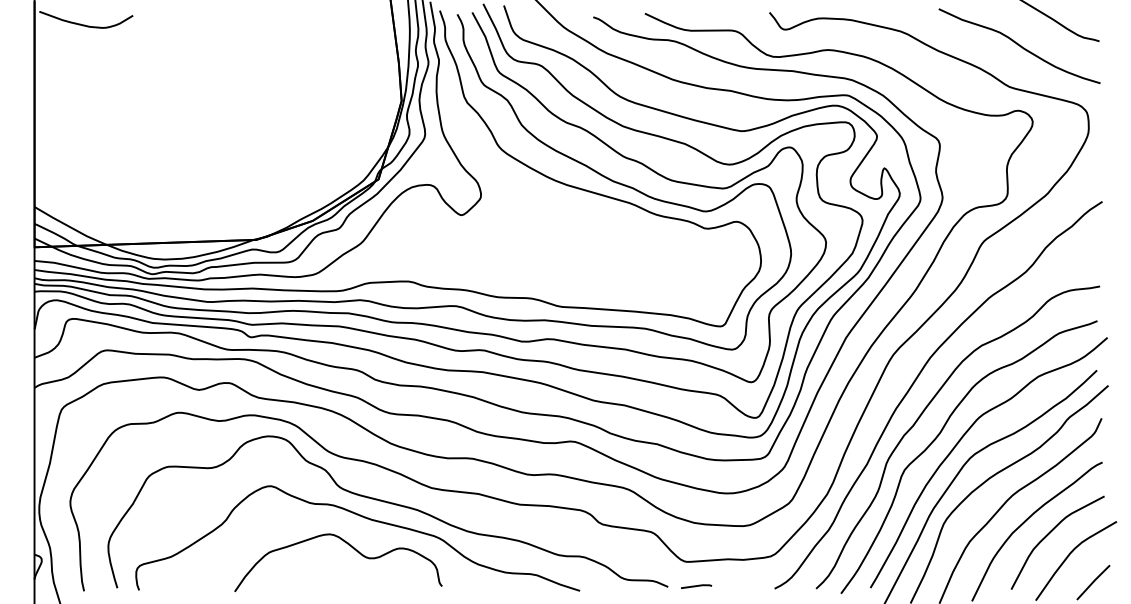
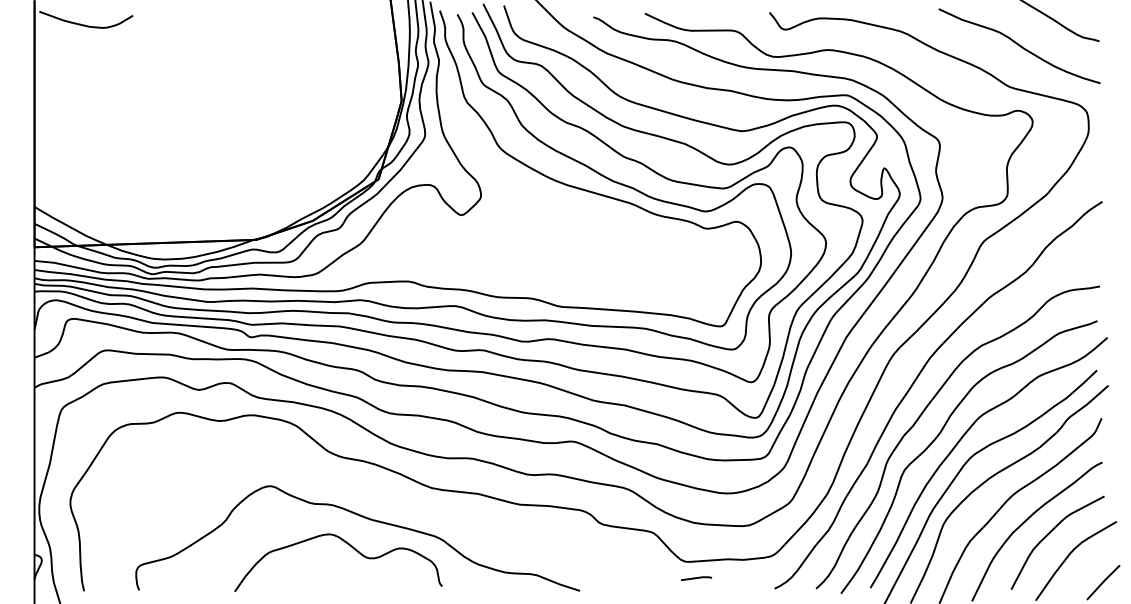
curve at (387, 503): present -> none
line at (1093, 582) position: (1093, 582) -> (1103, 582)
line at (696, 586) position: (696, 586) -> (696, 578)
